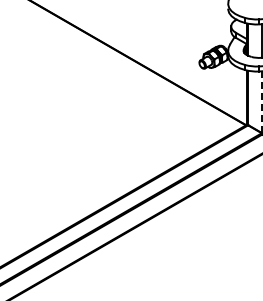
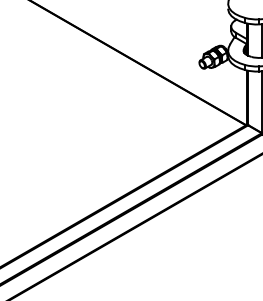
line at (262, 102): dashed -> solid
